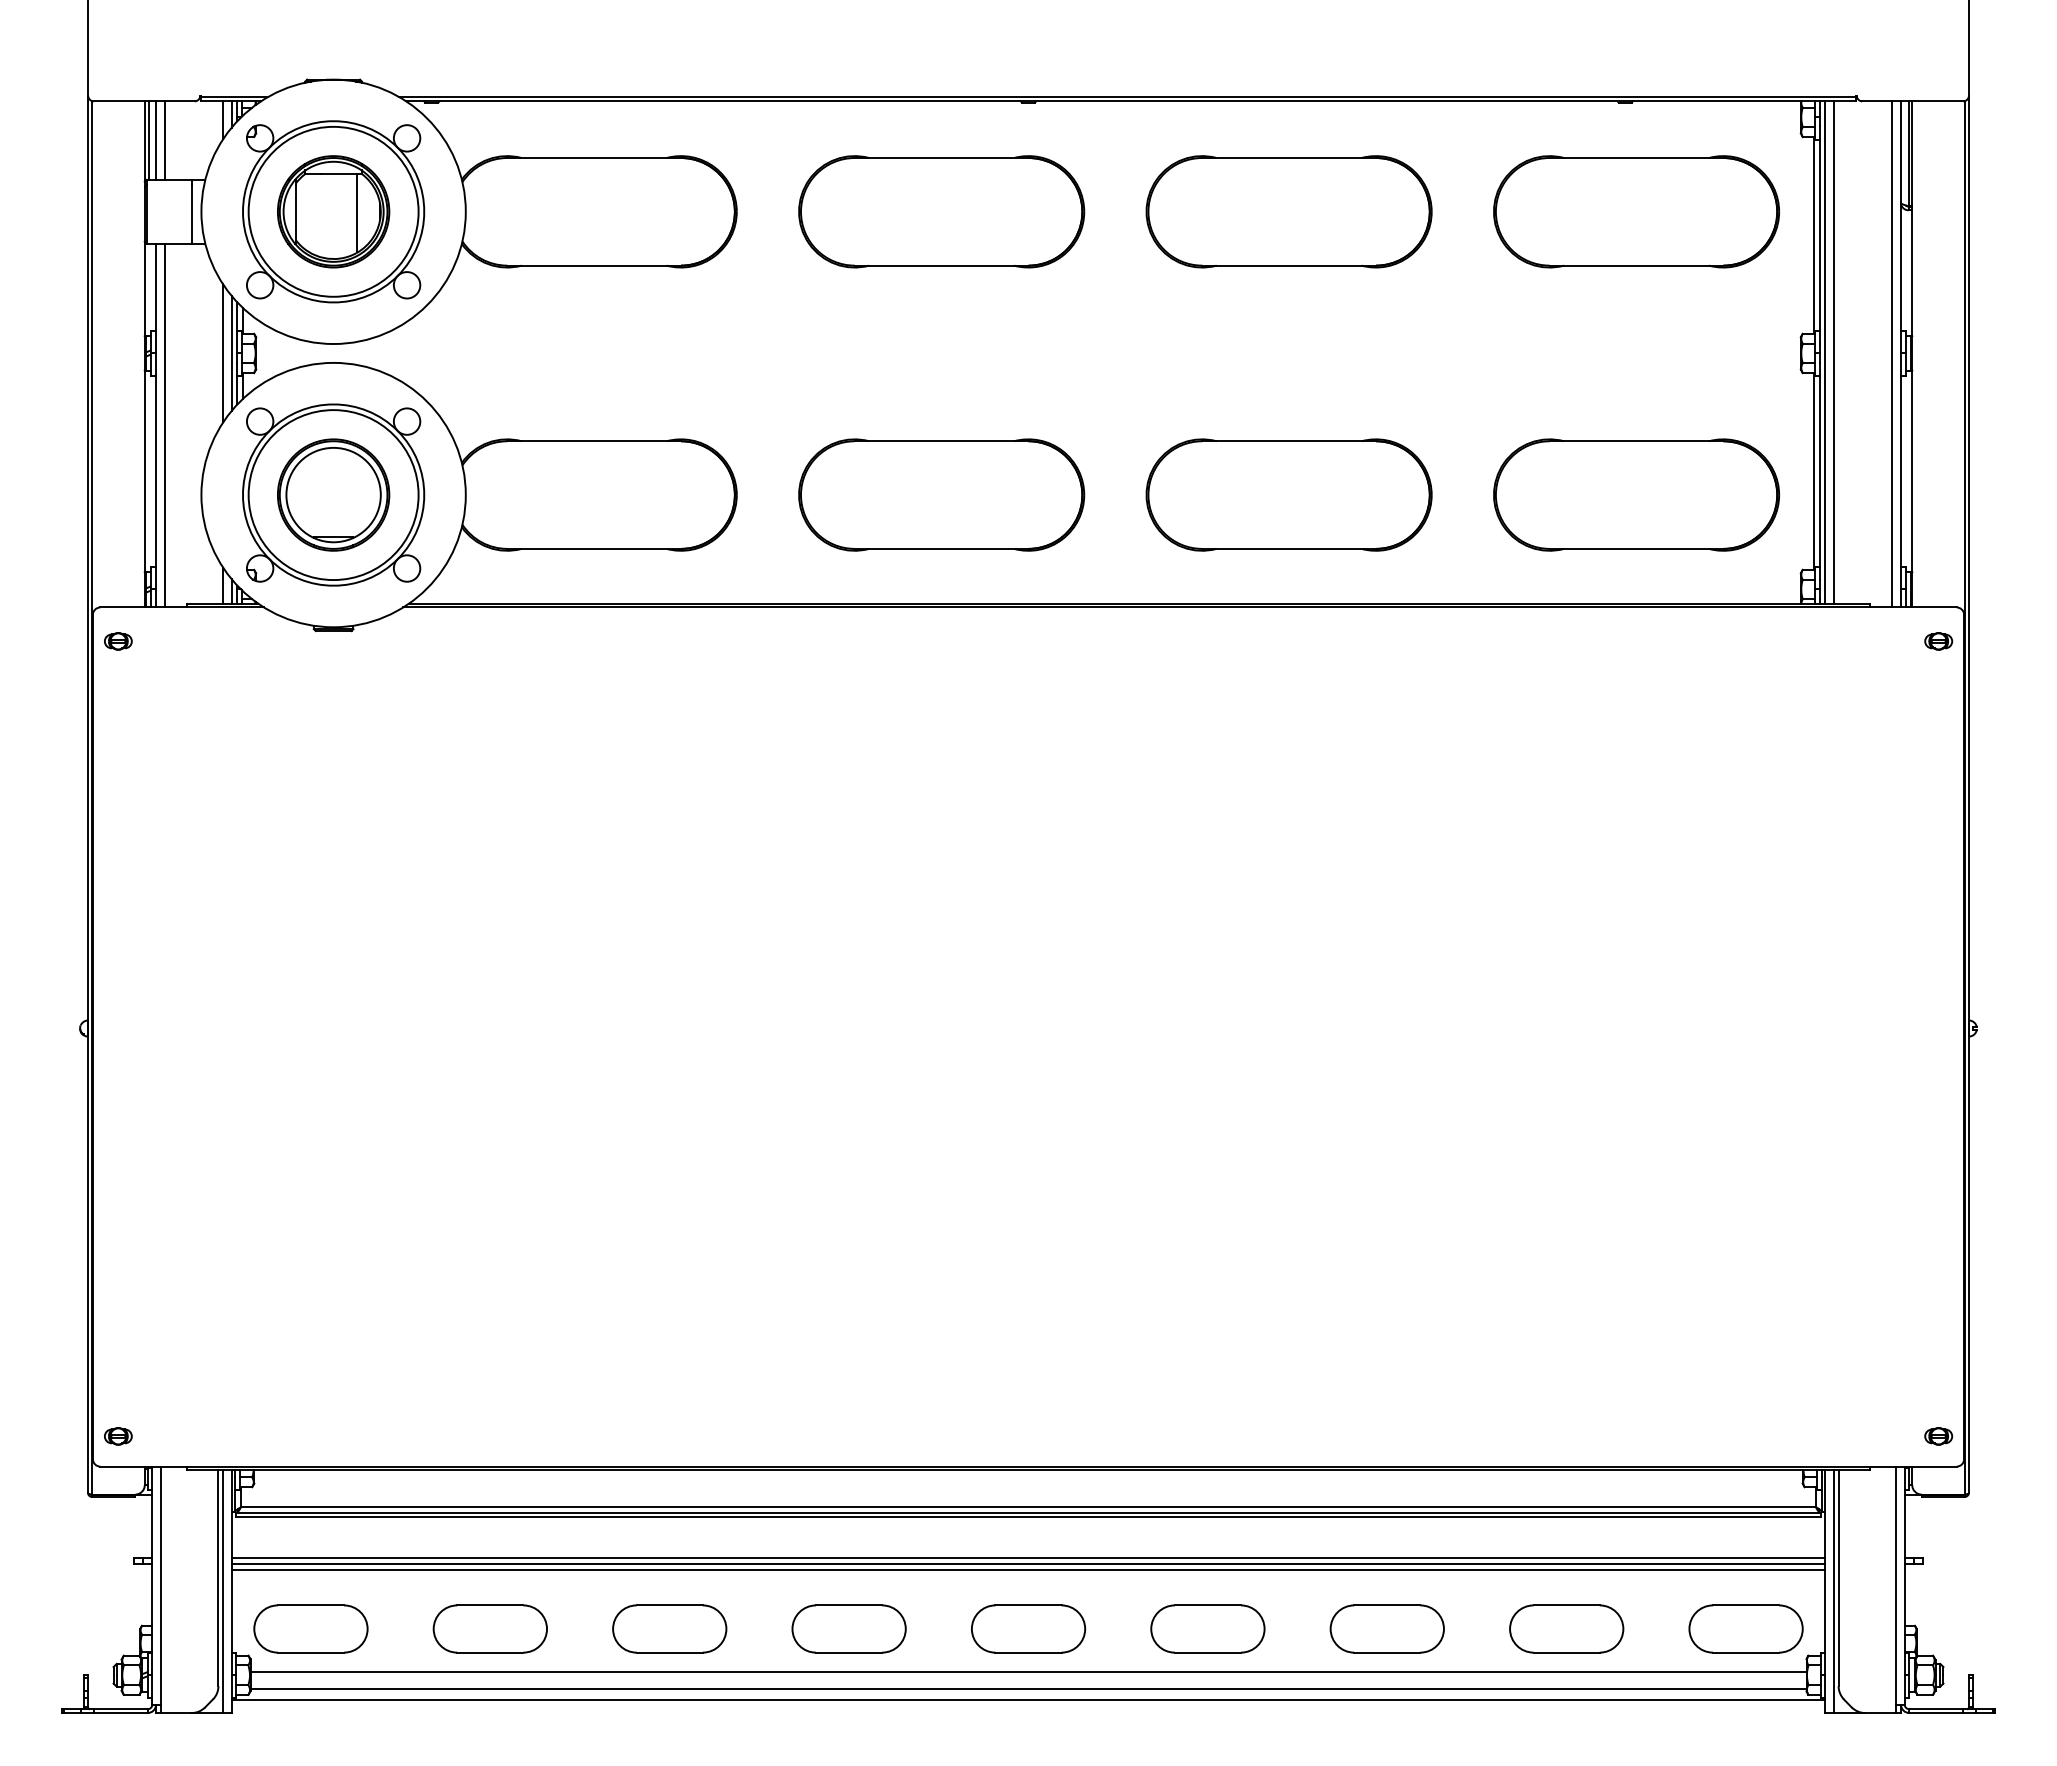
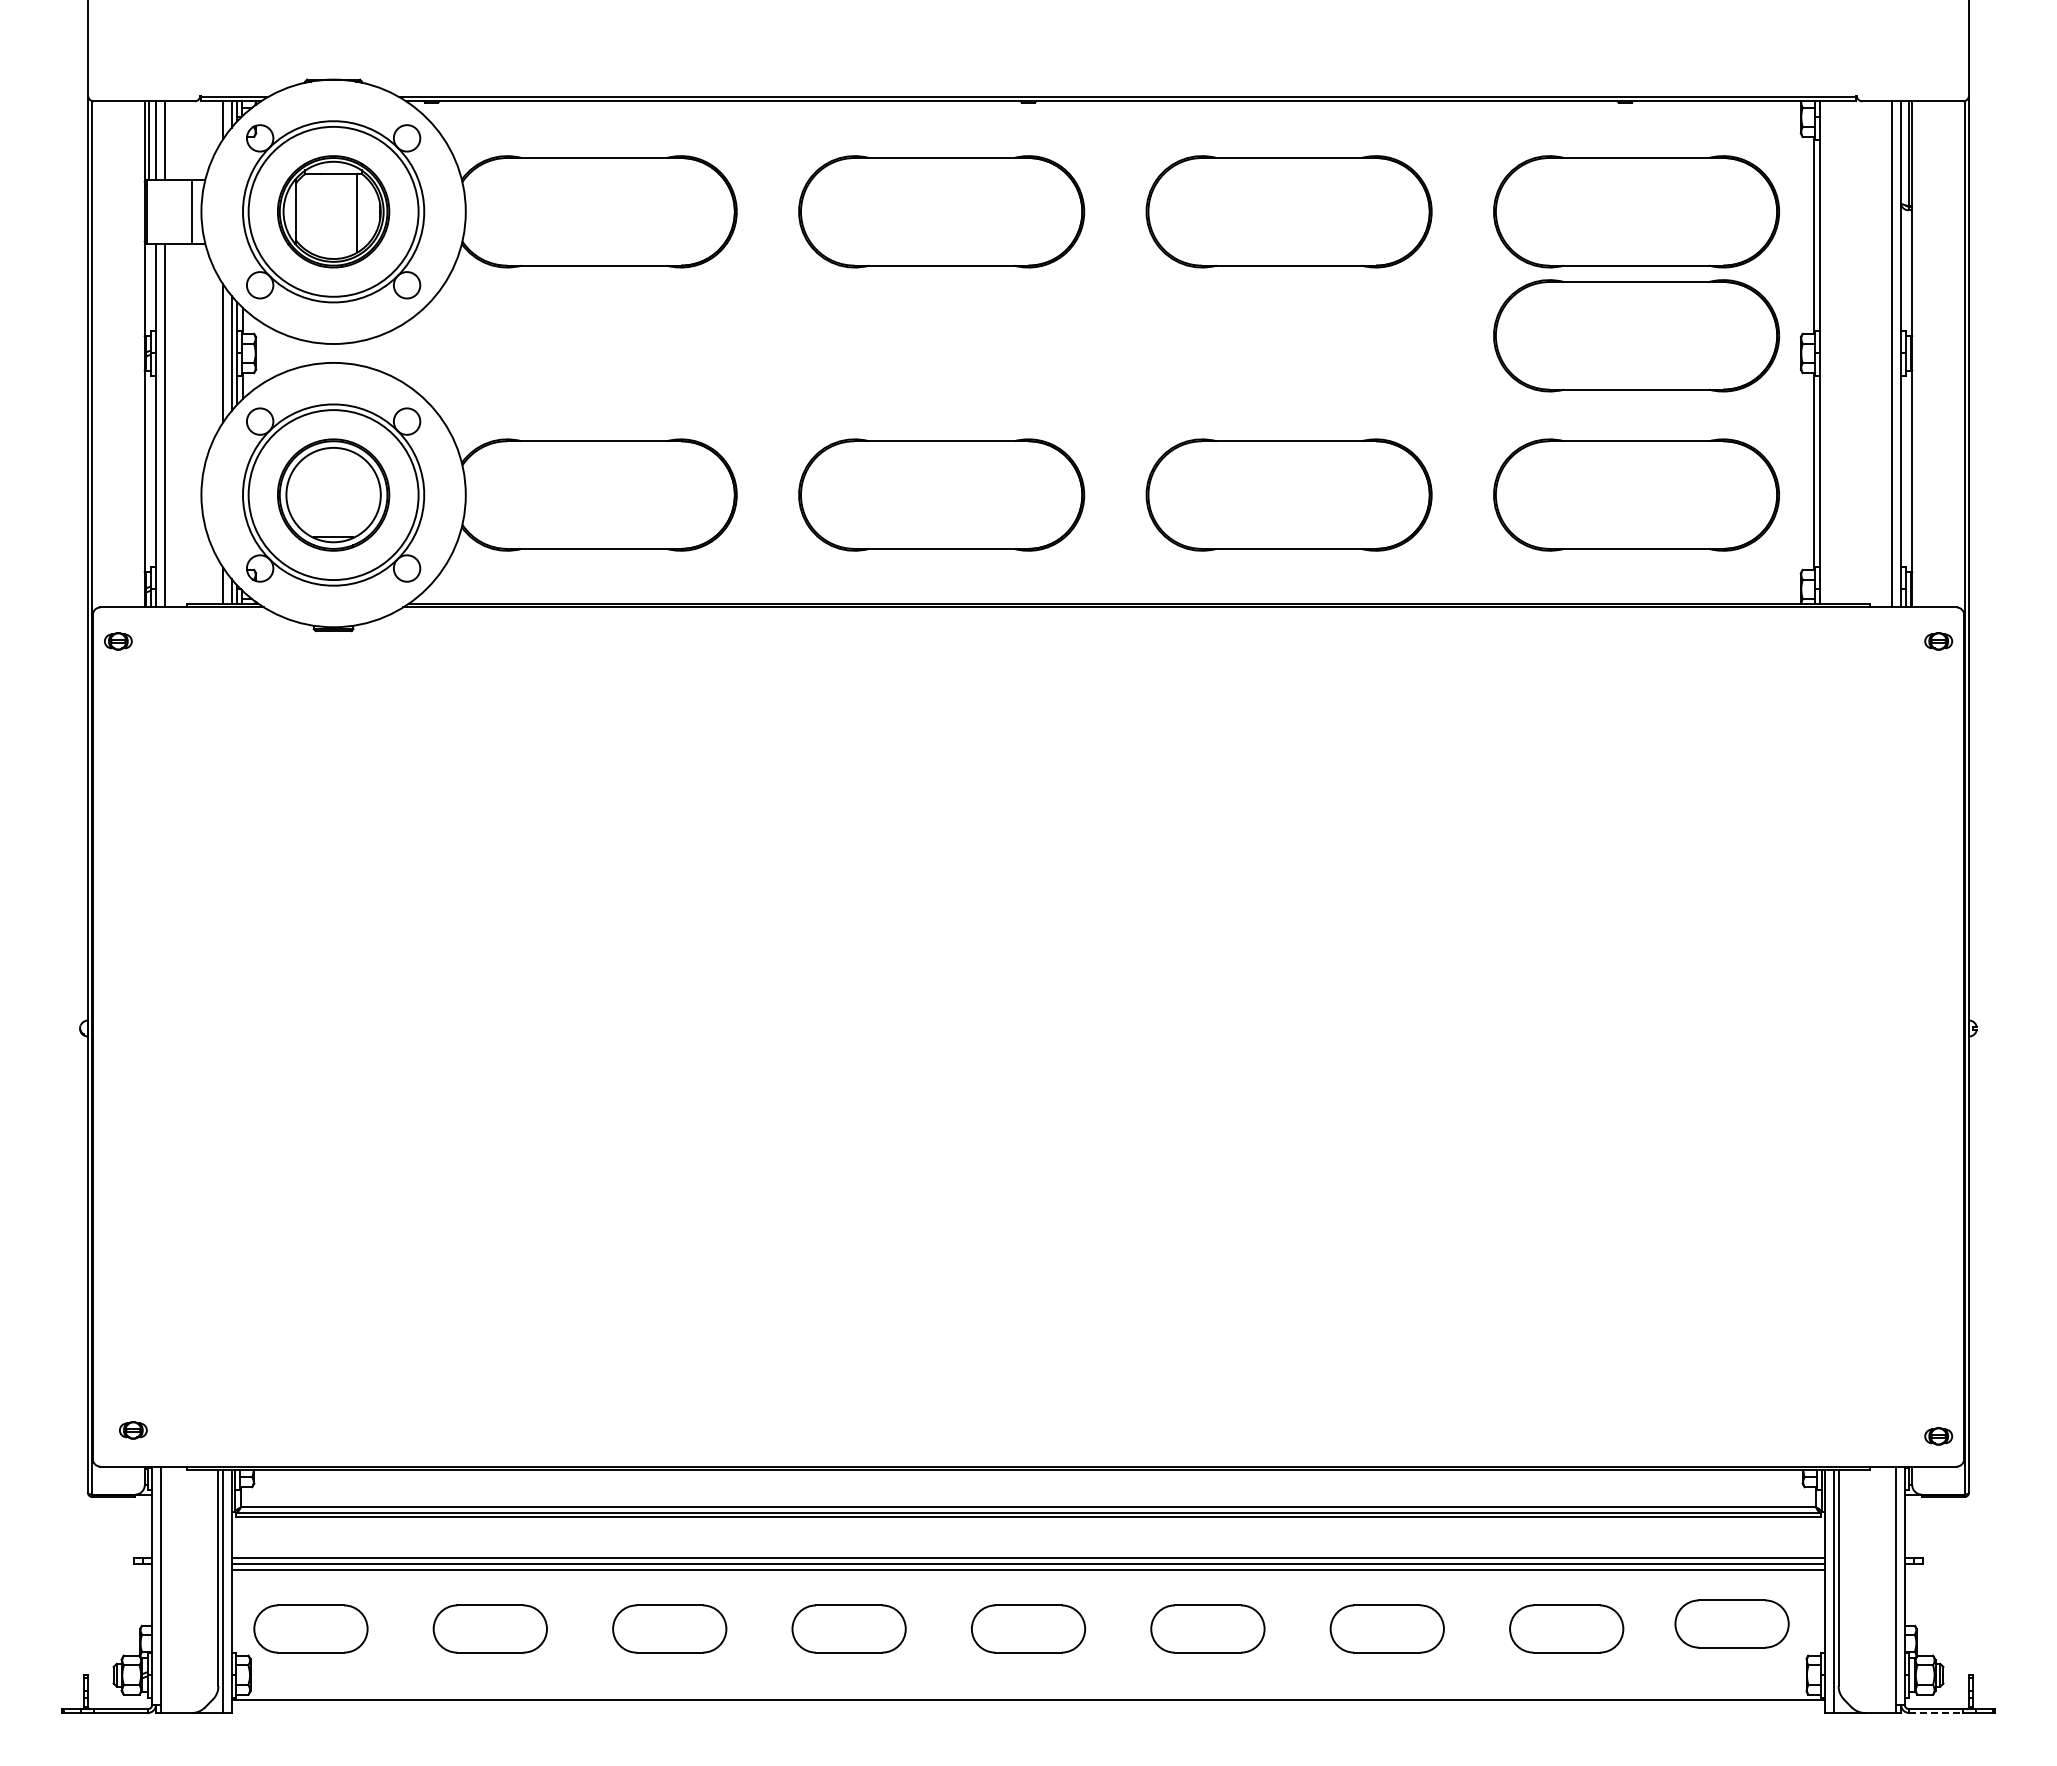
part at (1636, 335): none -> present
line at (1825, 352): present -> none
line at (1833, 352): present -> none
part at (118, 1436) position: (118, 1436) -> (133, 1430)
part at (1745, 1628) position: (1745, 1628) -> (1731, 1623)
line at (1028, 1671): present -> none
line at (1028, 1688): present -> none
line at (1936, 1713): solid -> dashed
